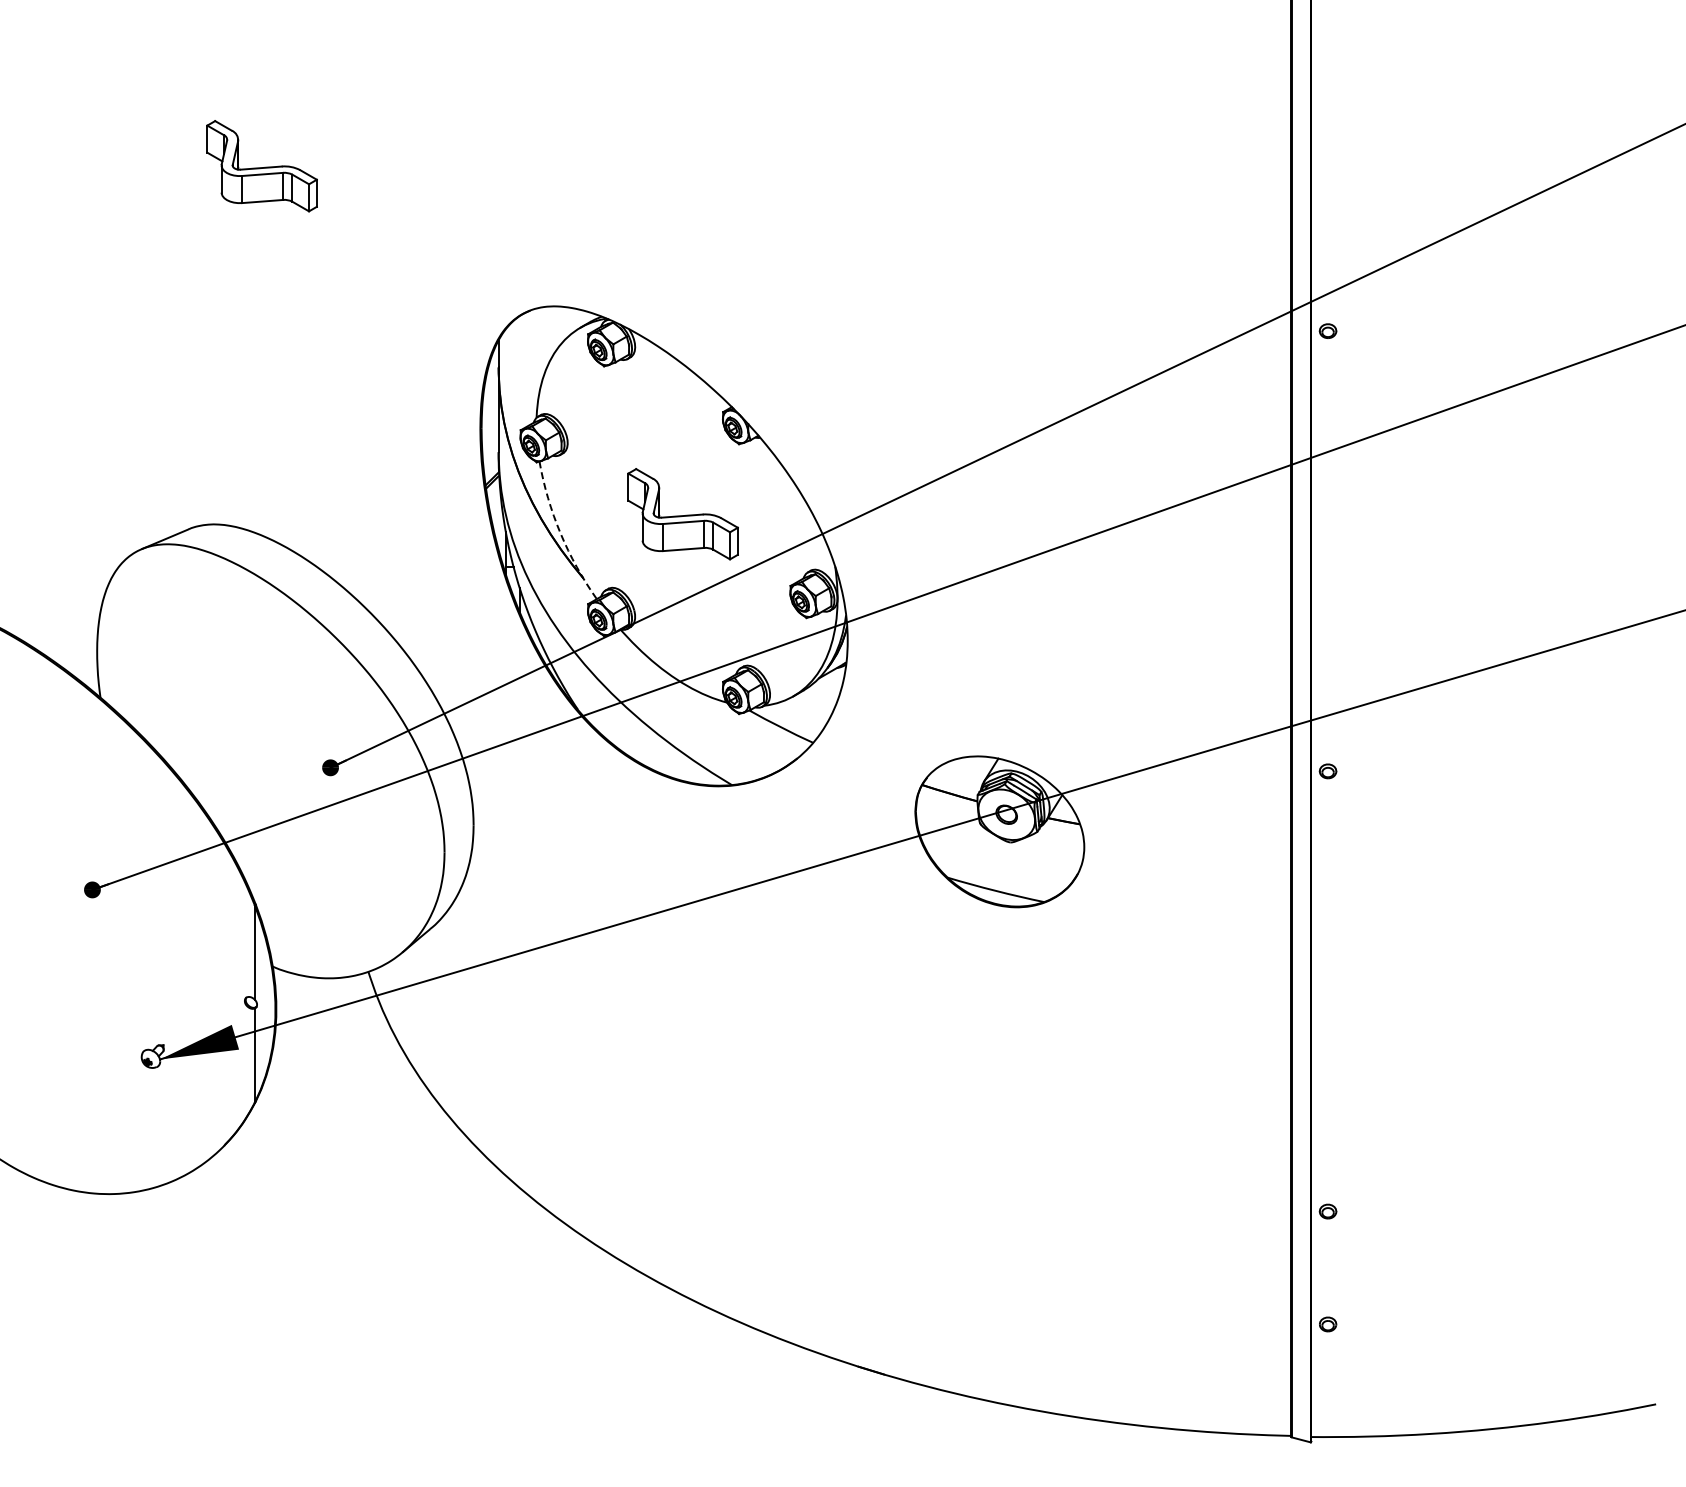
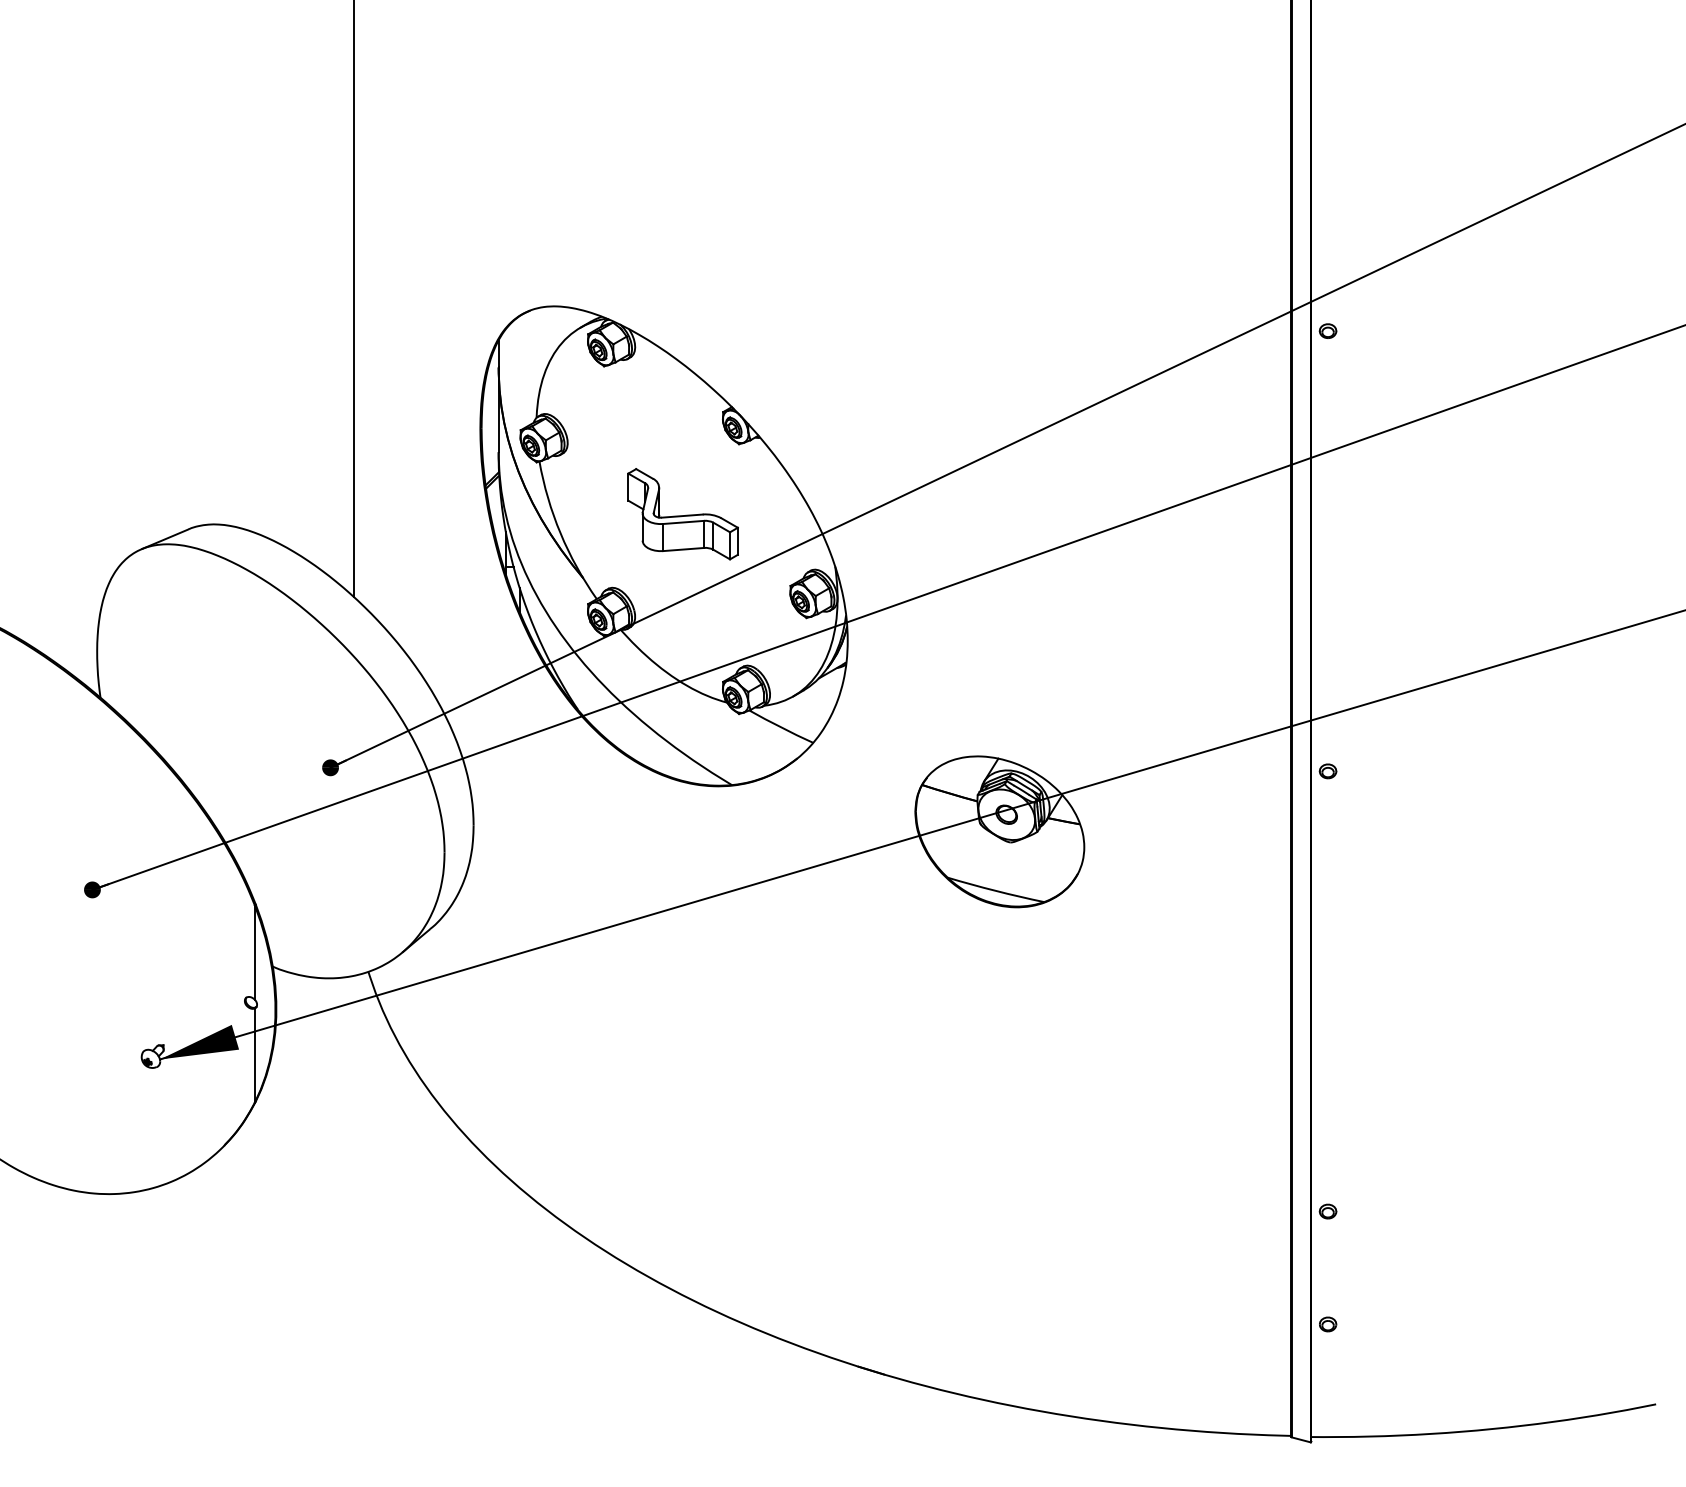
part at (261, 166): present -> none
line at (353, 299): none -> present
arc at (560, 533): dashed -> solid
